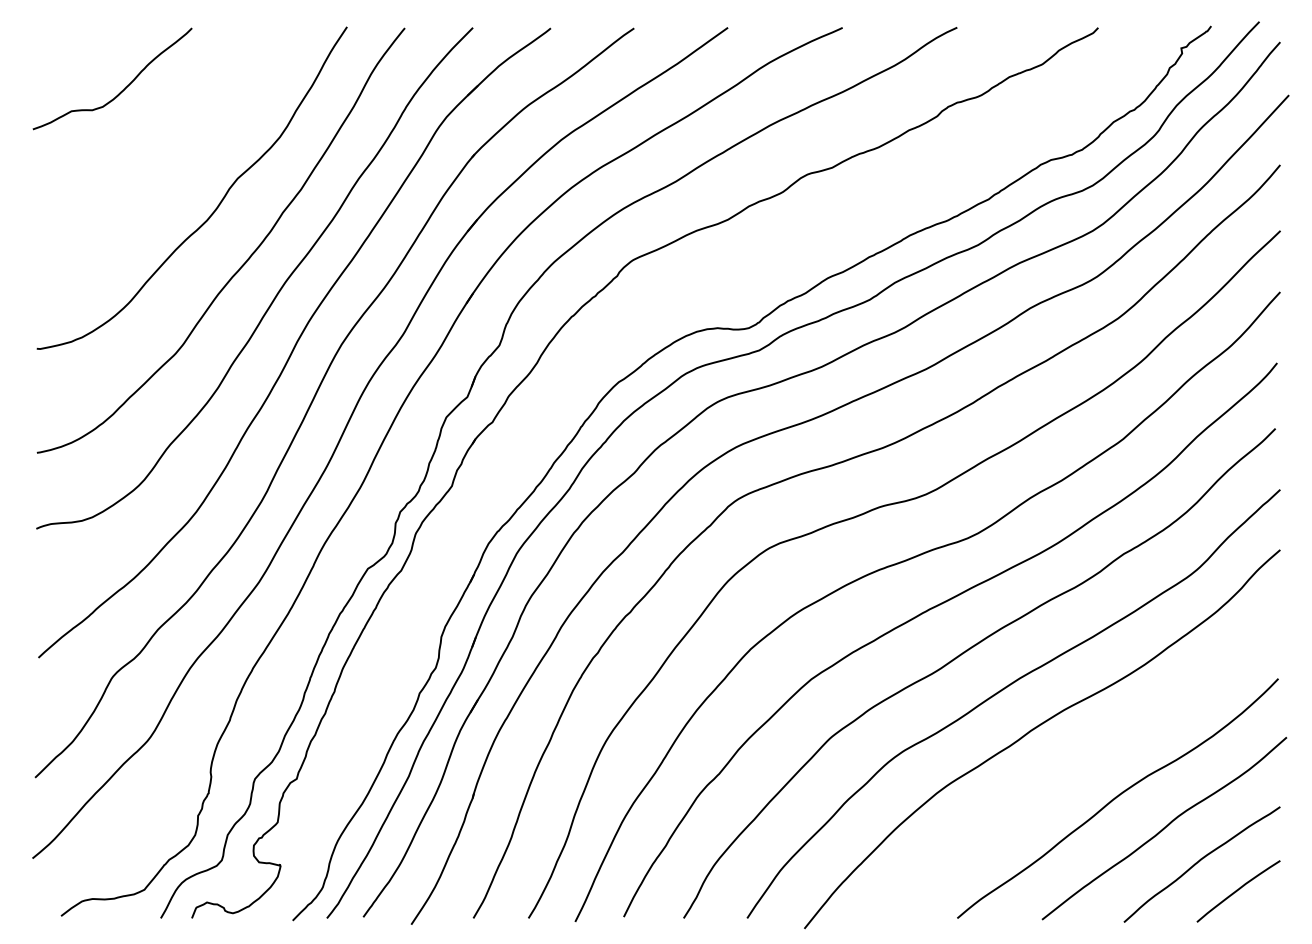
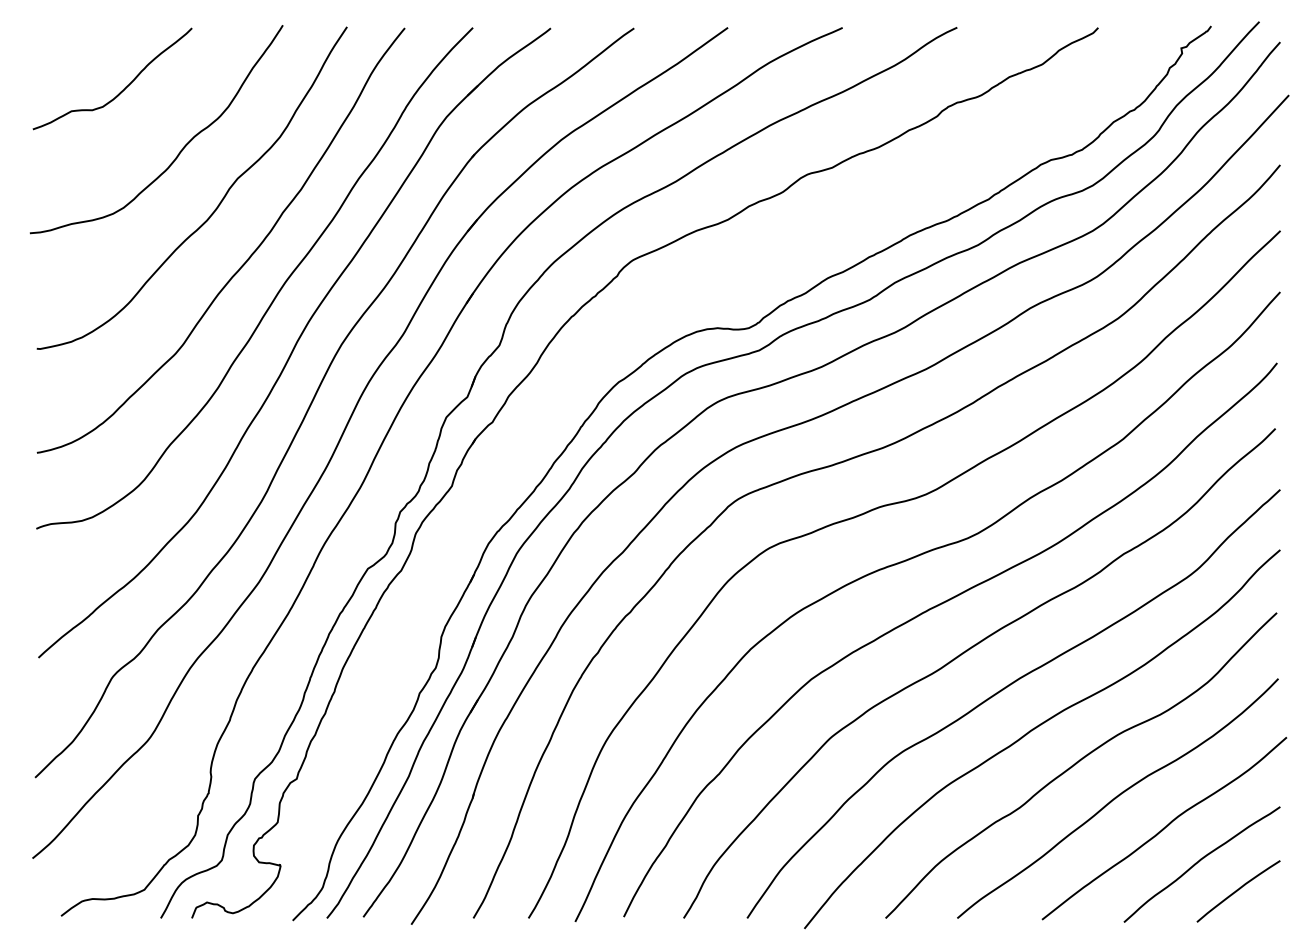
curve at (179, 151): none -> present
curve at (1080, 761): none -> present
